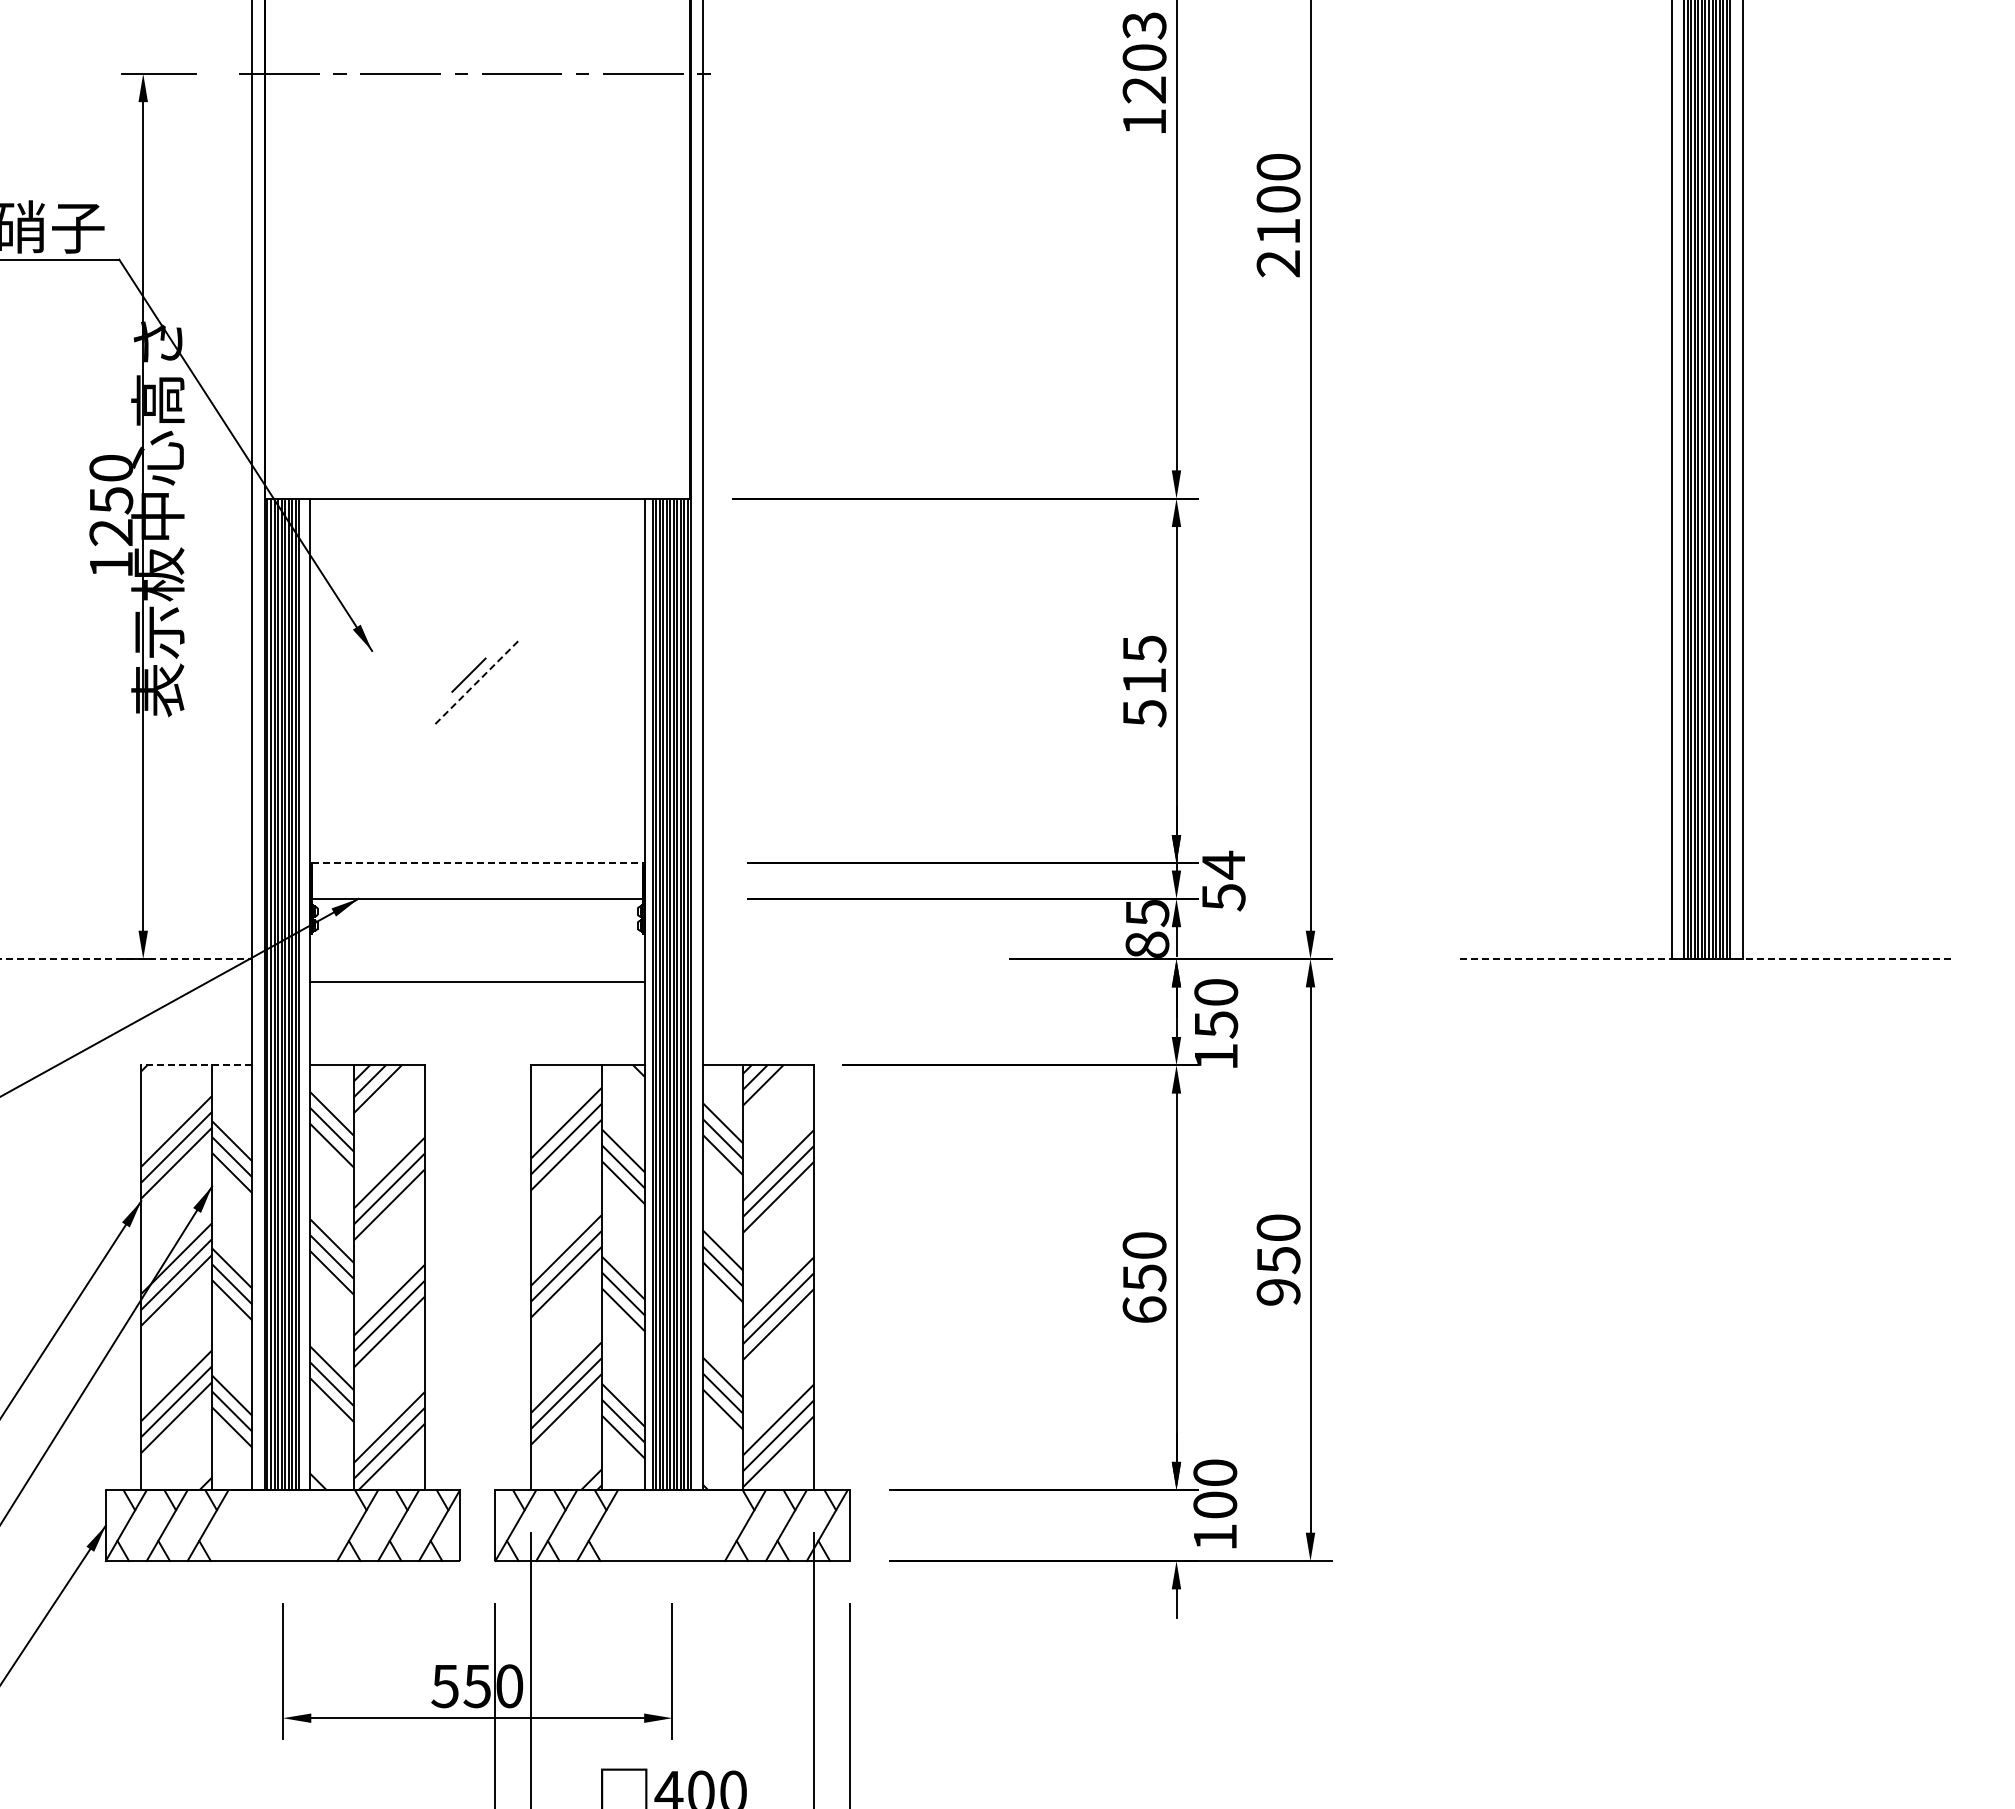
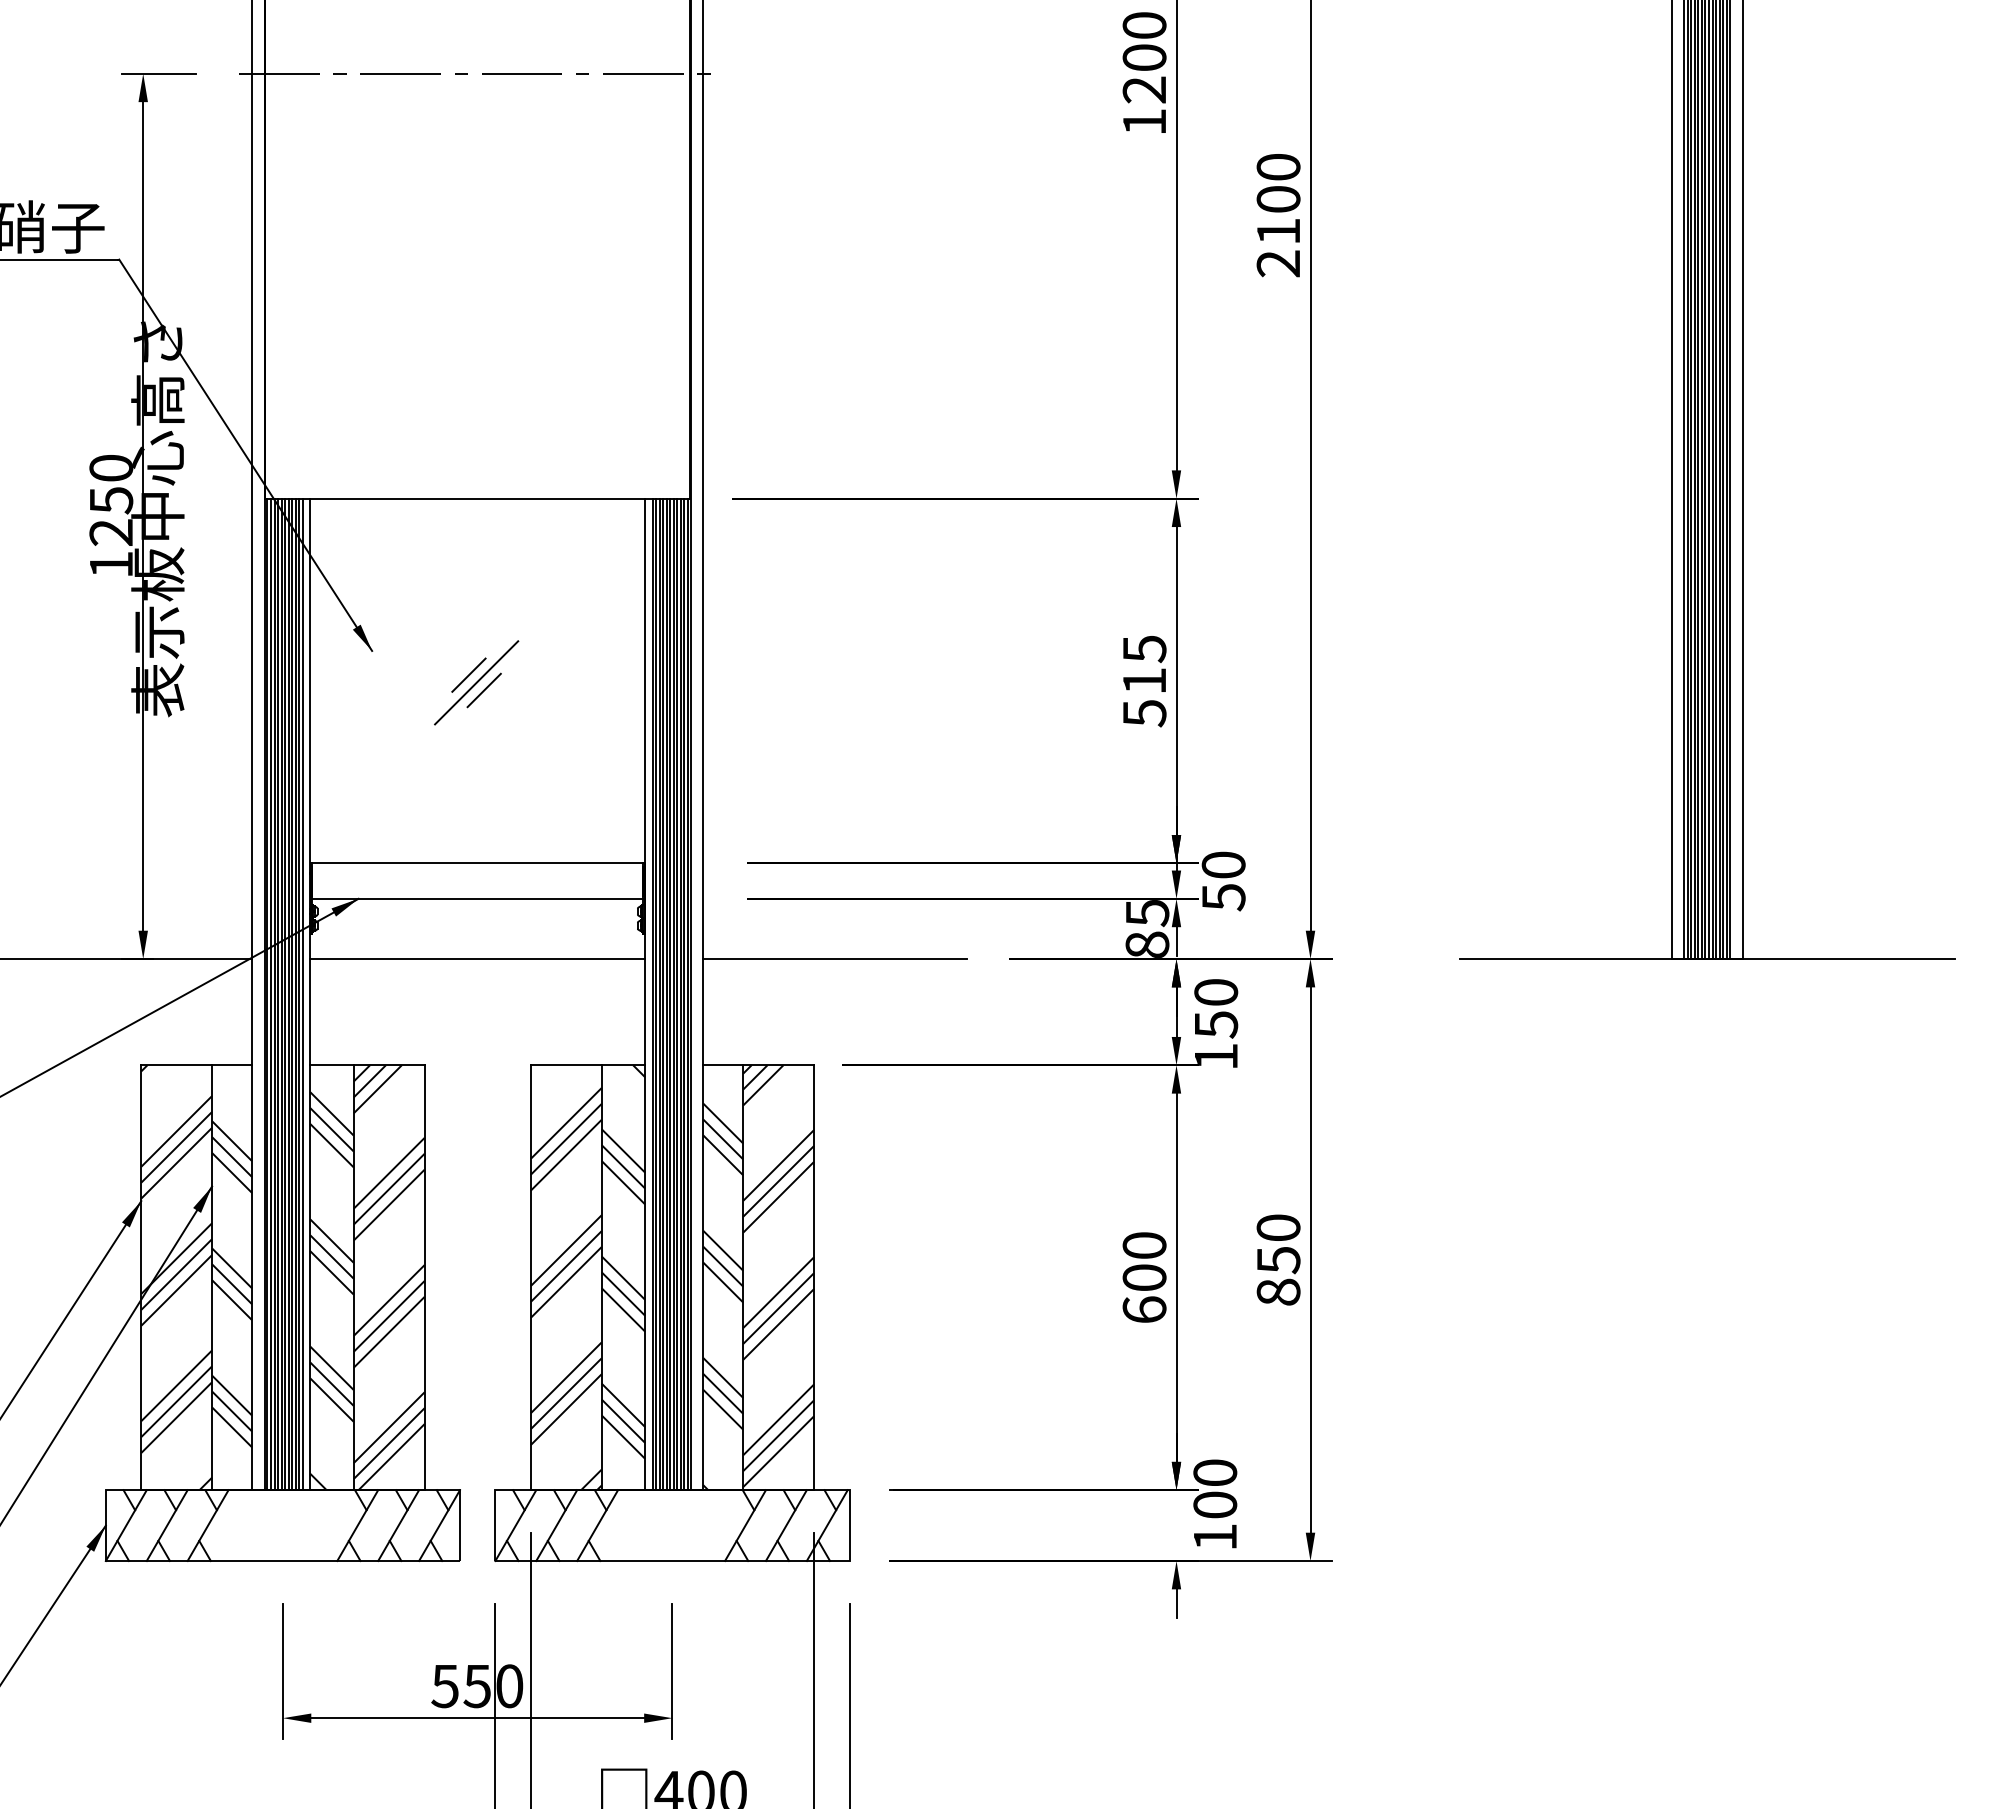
text at (1144, 25): 1203 -> 1200
line at (476, 682): dashed -> solid
line at (483, 690): none -> present
line at (478, 863): dashed -> solid
text at (1223, 864): 54 -> 50
line at (126, 959): dashed -> solid
line at (835, 959): none -> present
line at (1707, 959): dashed -> solid
line at (477, 982) position: (477, 982) -> (477, 959)
line at (302, 994): none -> present
line at (196, 1065): dashed -> solid
text at (1144, 1277): 650 -> 600
text at (1278, 1291): 950 -> 850
